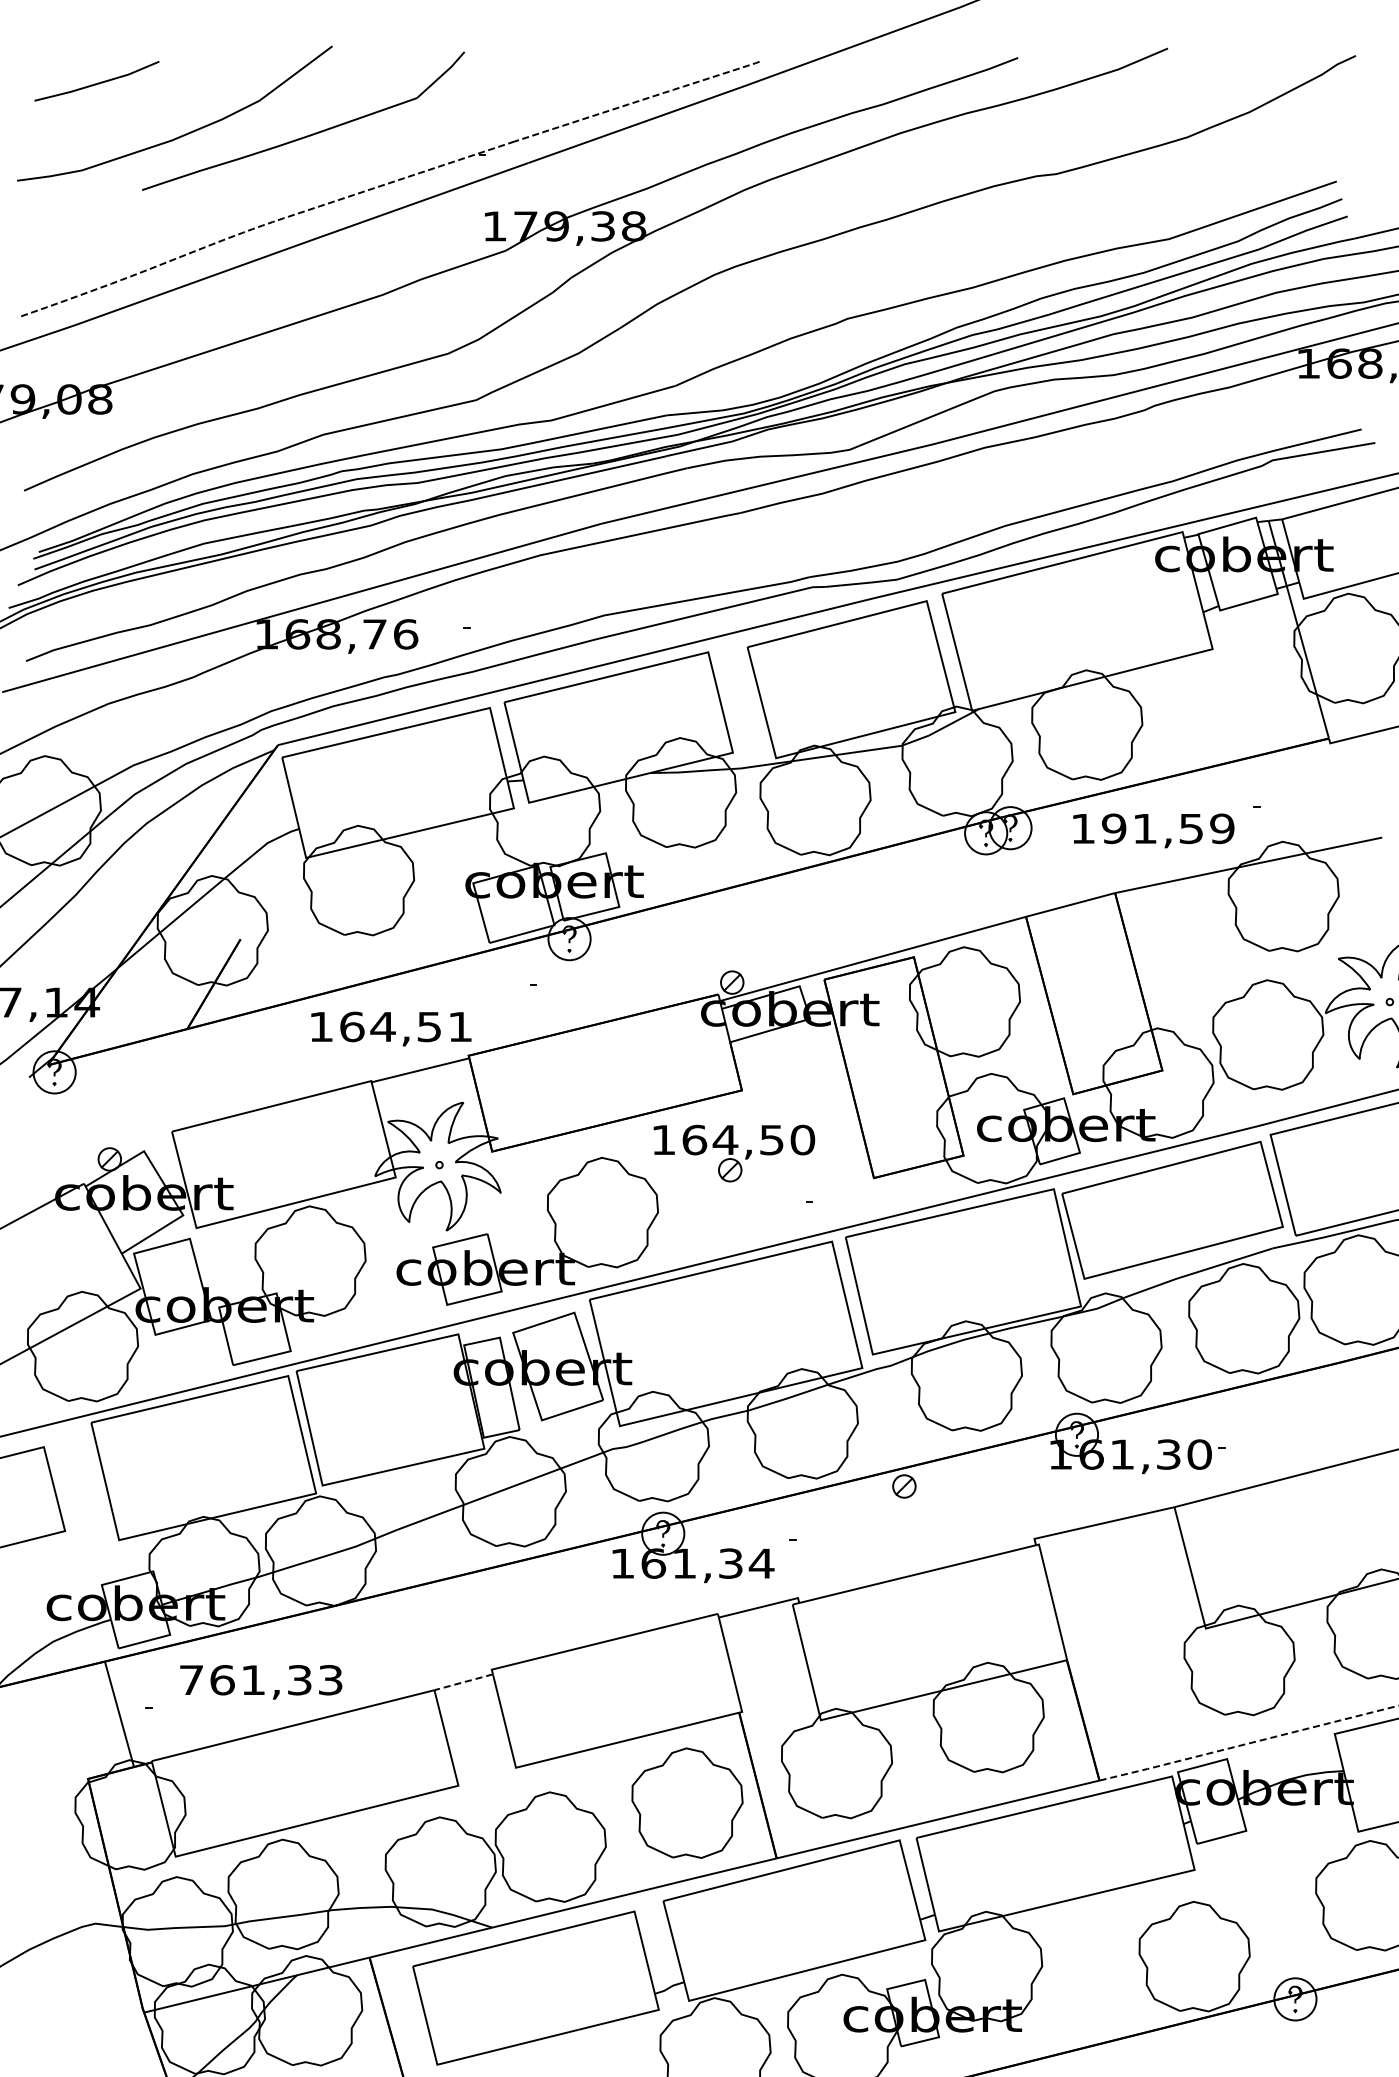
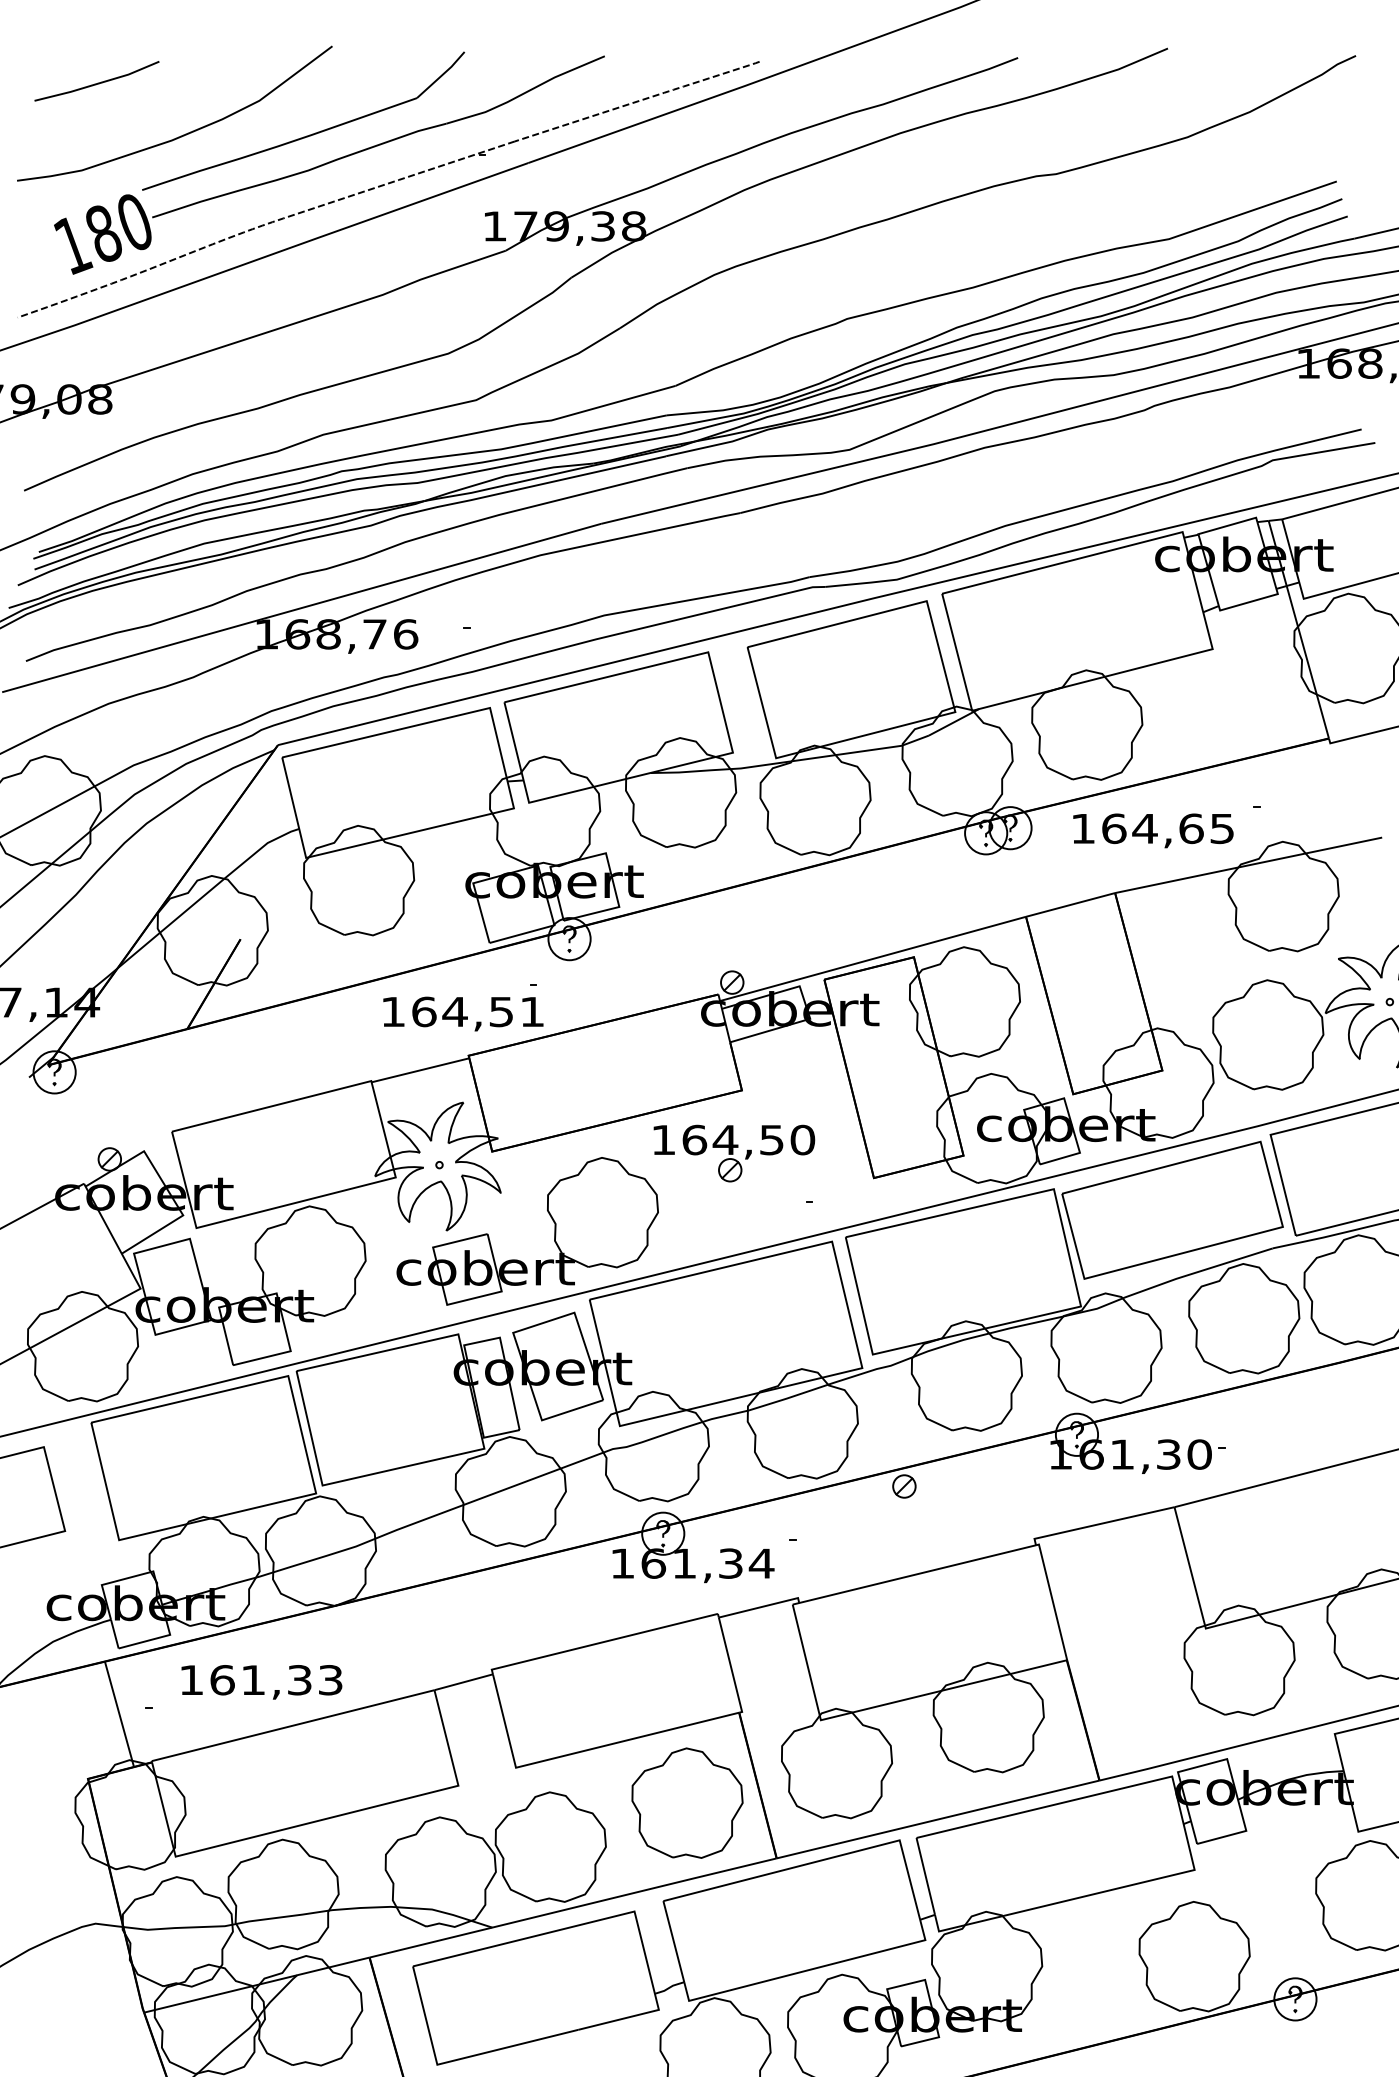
part at (329, 164): none -> present
text at (1168, 828): 191,59 -> 164,65
text at (391, 1028) position: (391, 1028) -> (463, 1013)
text at (191, 1679): 761,33 -> 161,33
line at (463, 1682): dashed -> solid
line at (1248, 1743): dashed -> solid
